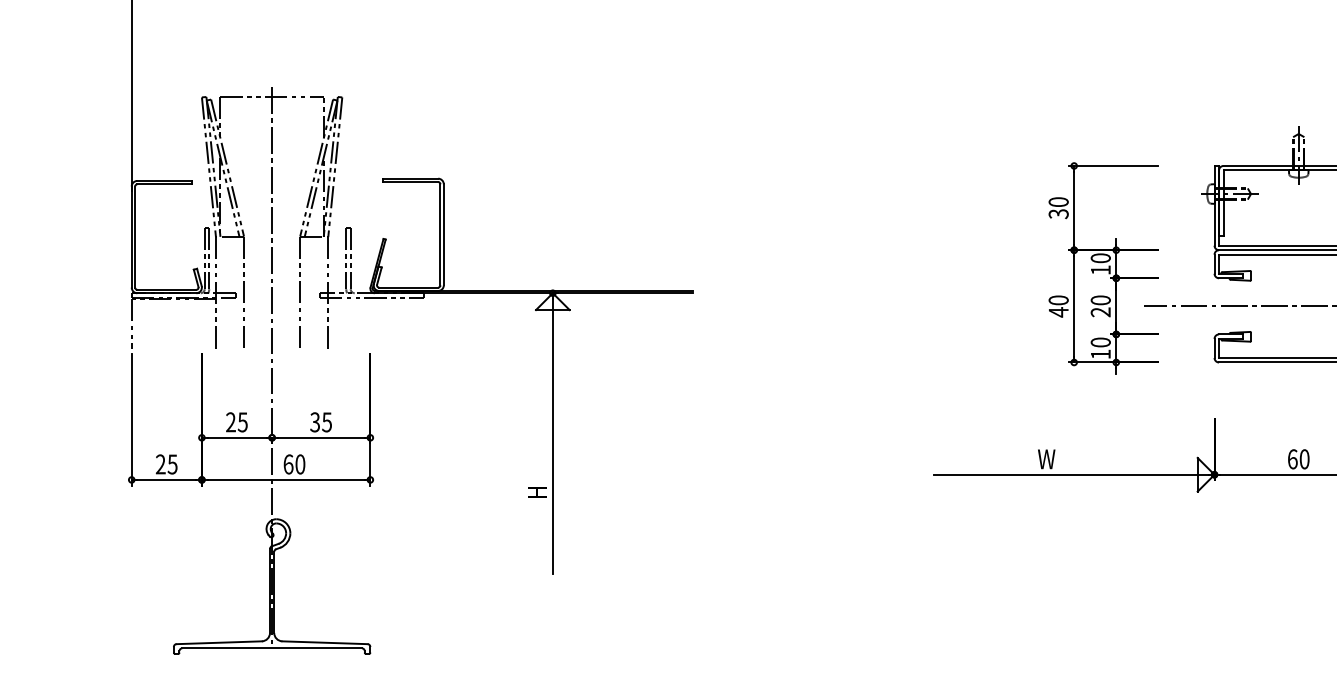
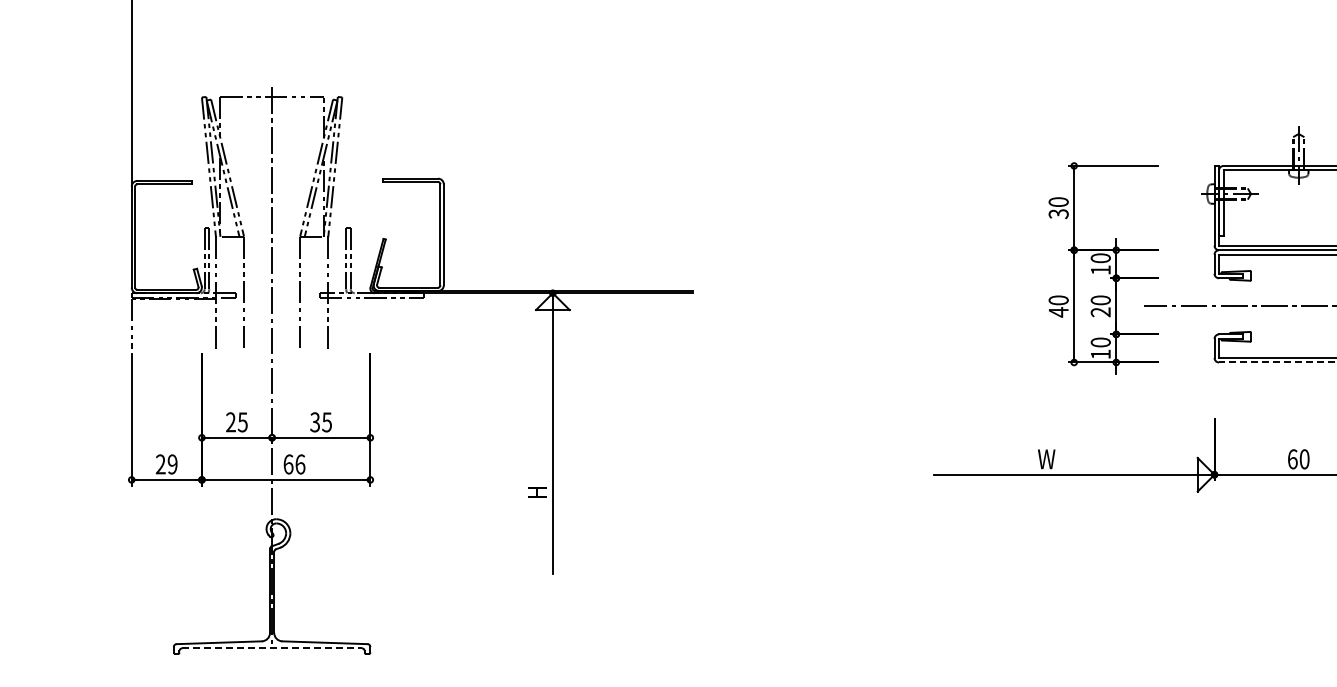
line at (1277, 362): solid -> dashed
text at (172, 464): 25 -> 29
text at (300, 464): 60 -> 66
line at (272, 648): solid -> dashed
